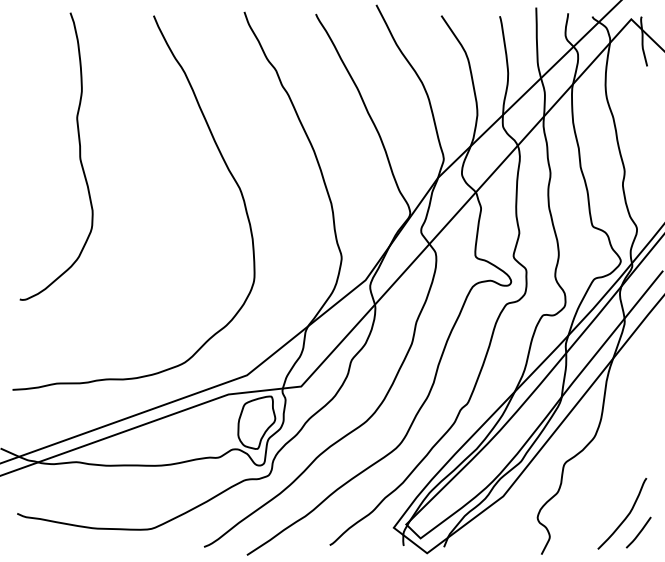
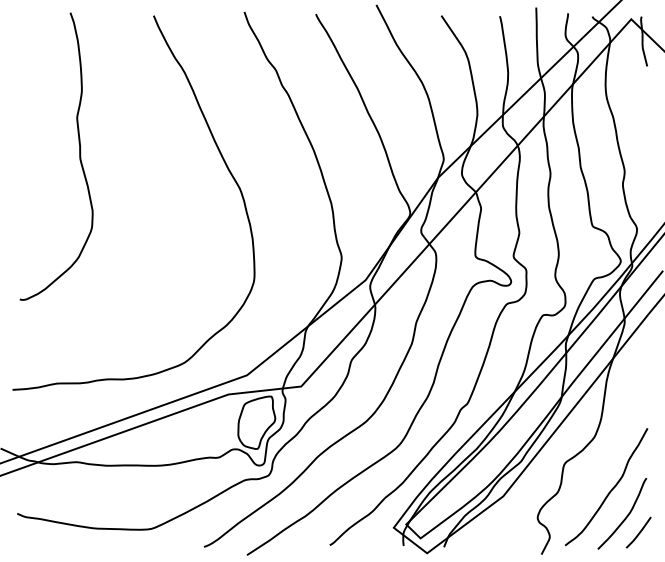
curve at (610, 490): none -> present
